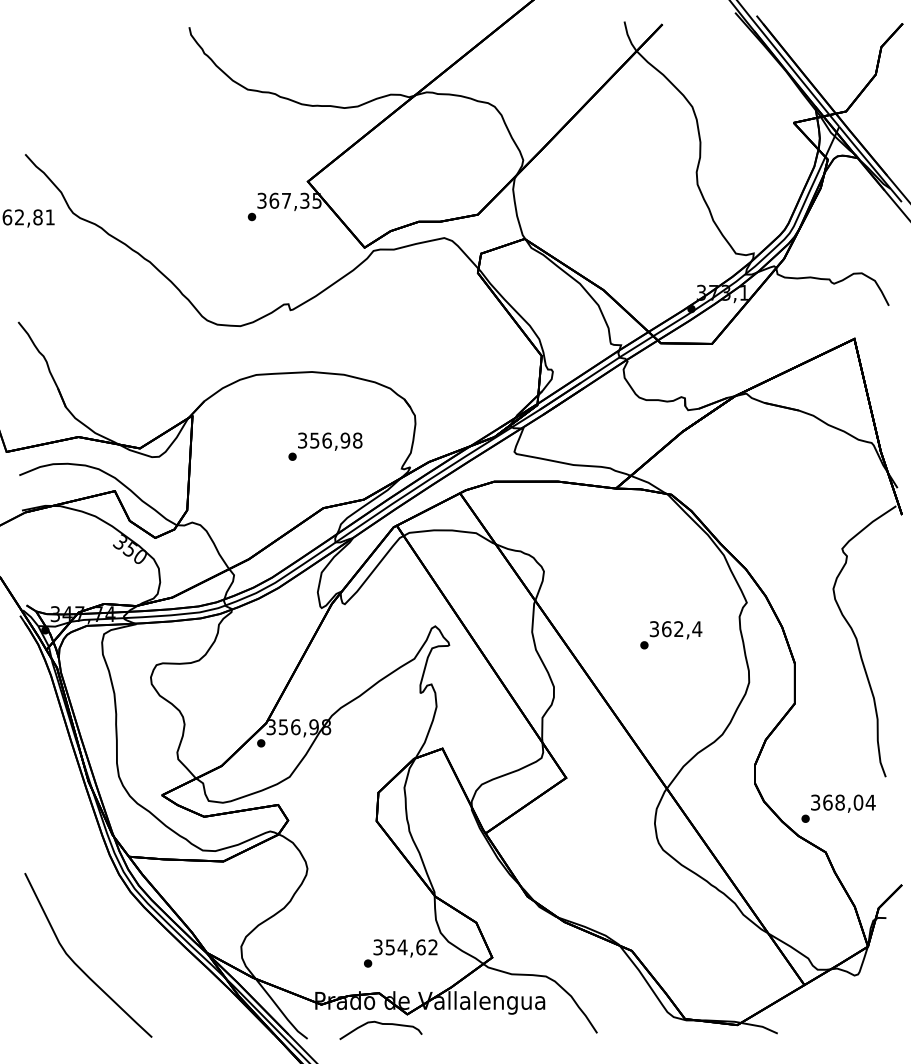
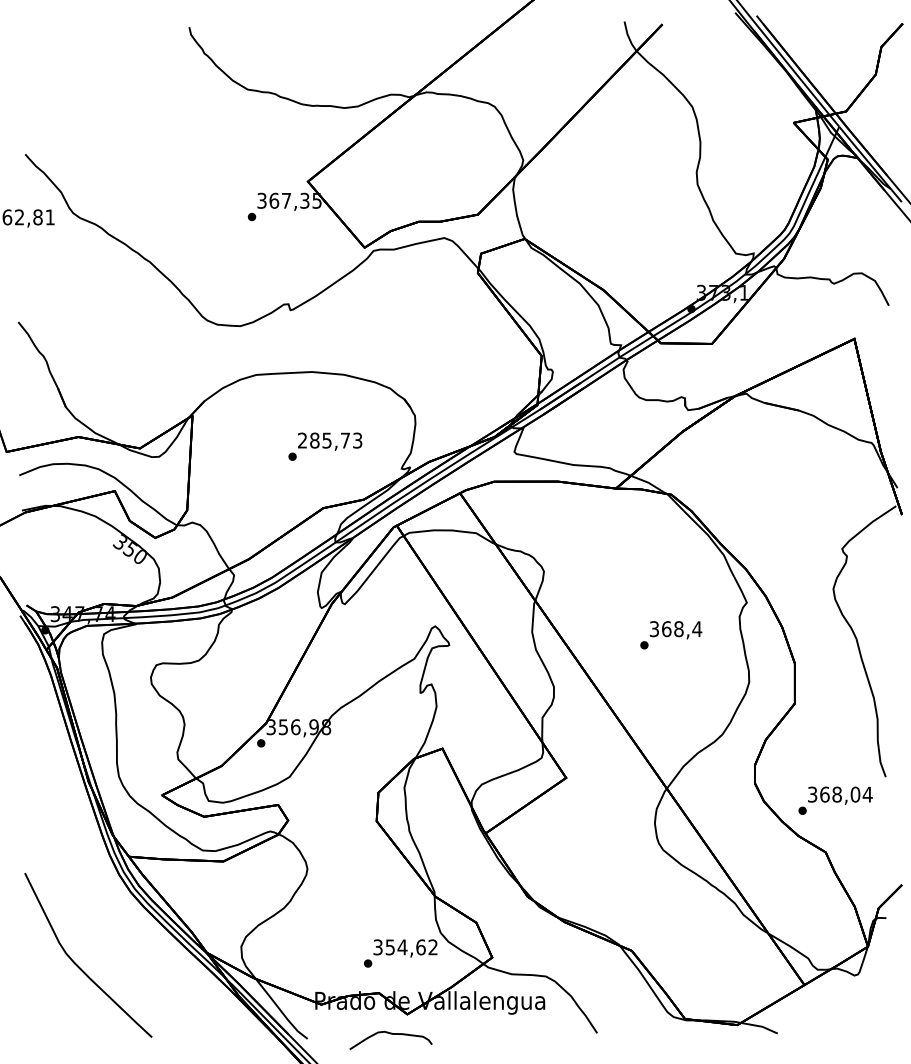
text at (330, 440): 356,98 -> 285,73
text at (678, 629): 362,4 -> 368,4
text at (838, 808) position: (838, 808) -> (835, 800)
curve at (380, 1024) position: (380, 1024) -> (390, 1034)
